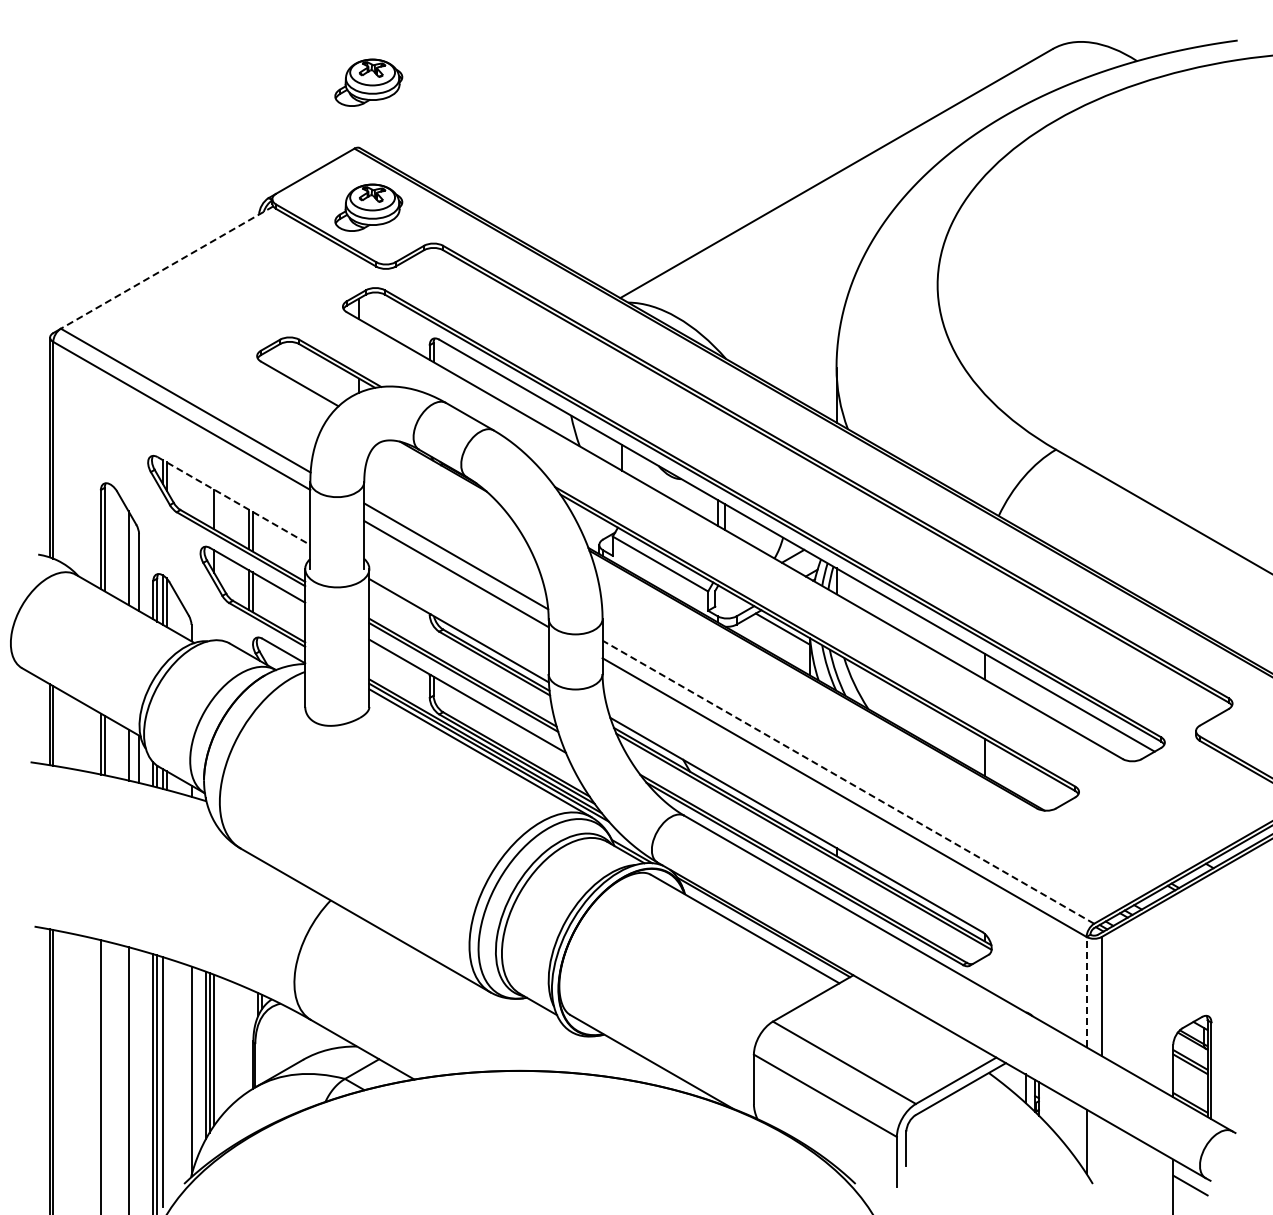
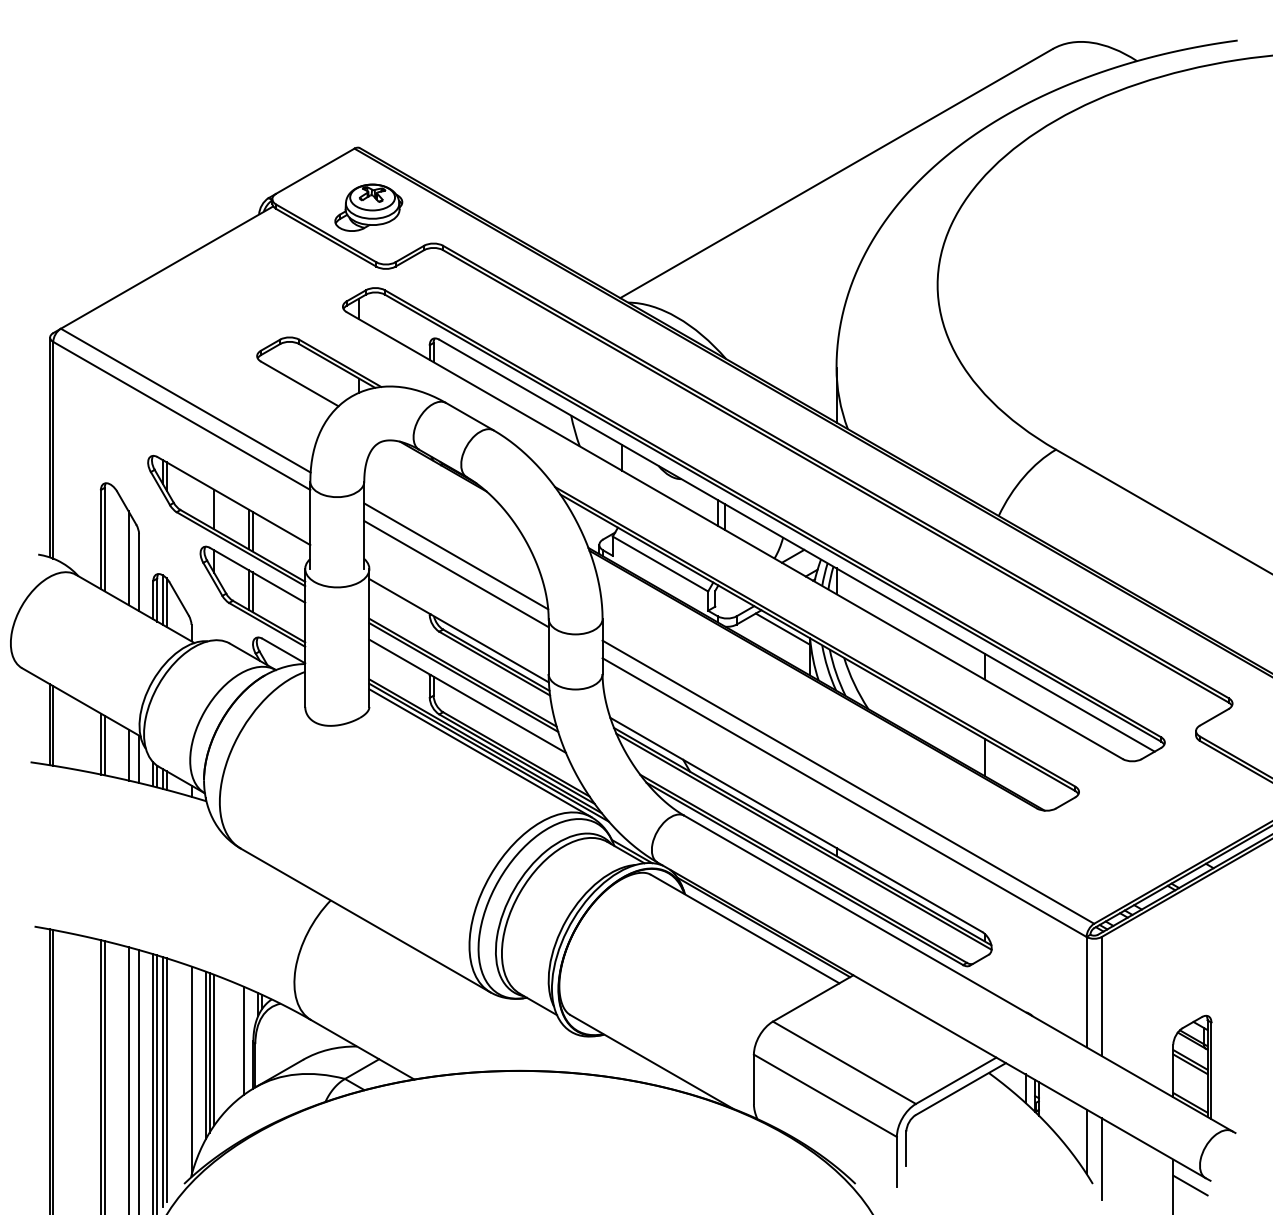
part at (368, 82): present -> none
line at (167, 267): dashed -> solid
line at (234, 501): dashed -> solid
line at (848, 782): dashed -> solid
line at (1086, 991): dashed -> solid
line at (243, 1040): none -> present
line at (104, 1076): none -> present
line at (139, 1080): none -> present
line at (166, 1080): none -> present
line at (1101, 1158): none -> present
